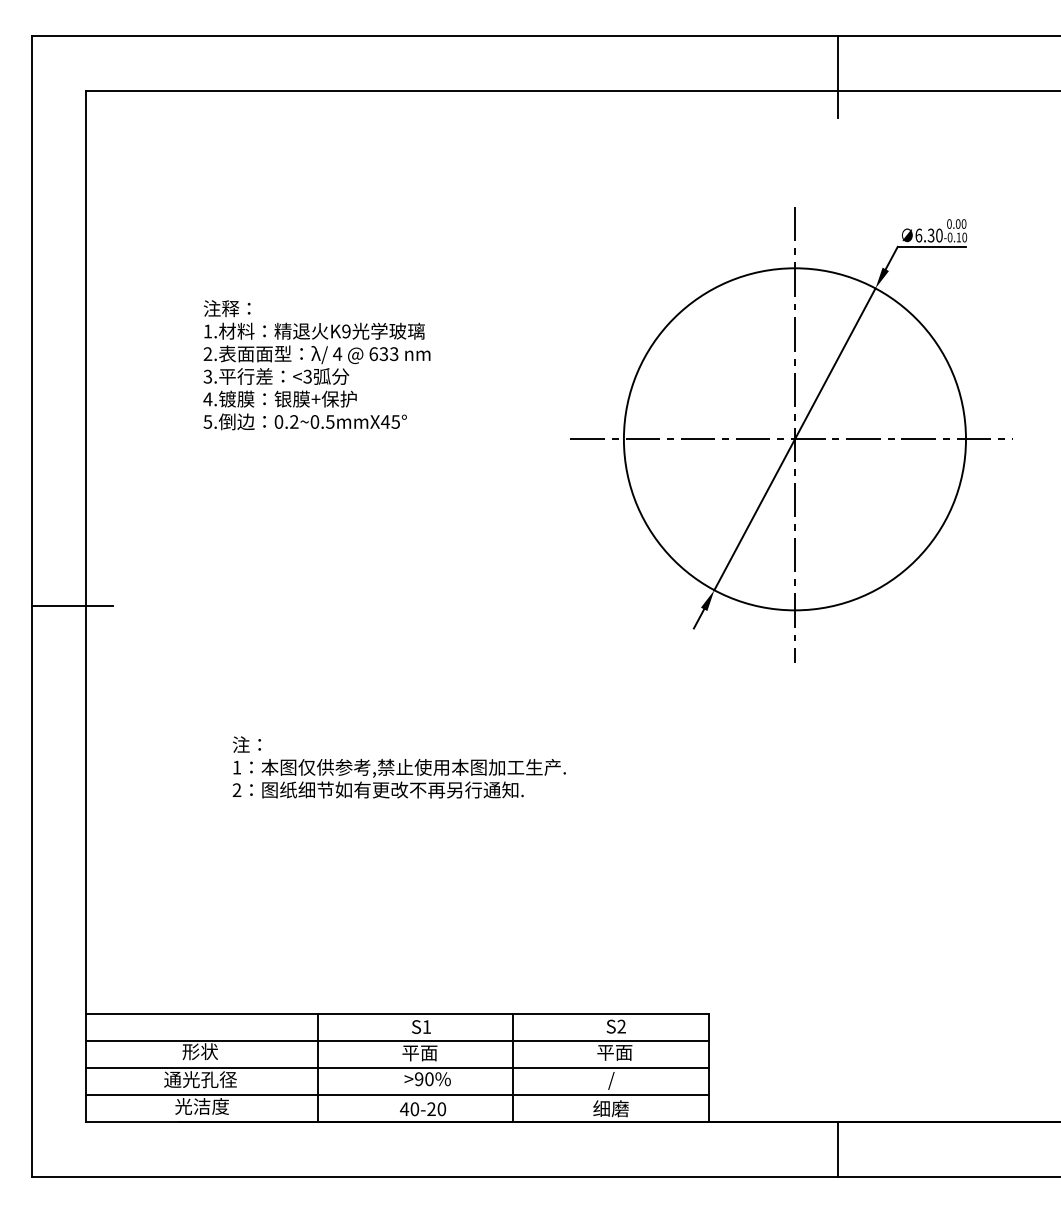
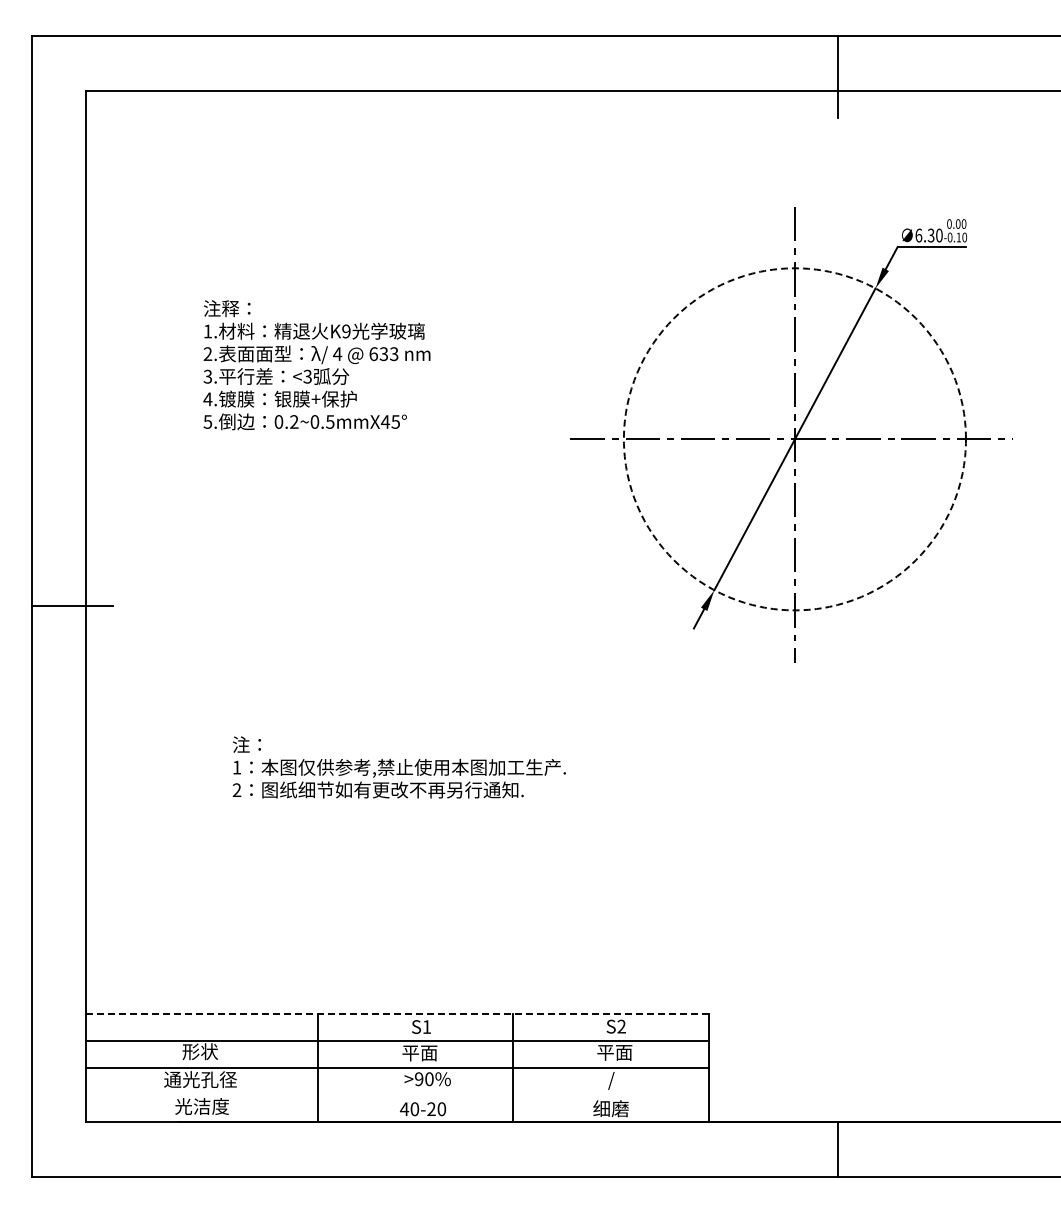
circle at (794, 439): solid -> dashed
line at (398, 1013): solid -> dashed
line at (397, 1095): present -> none
